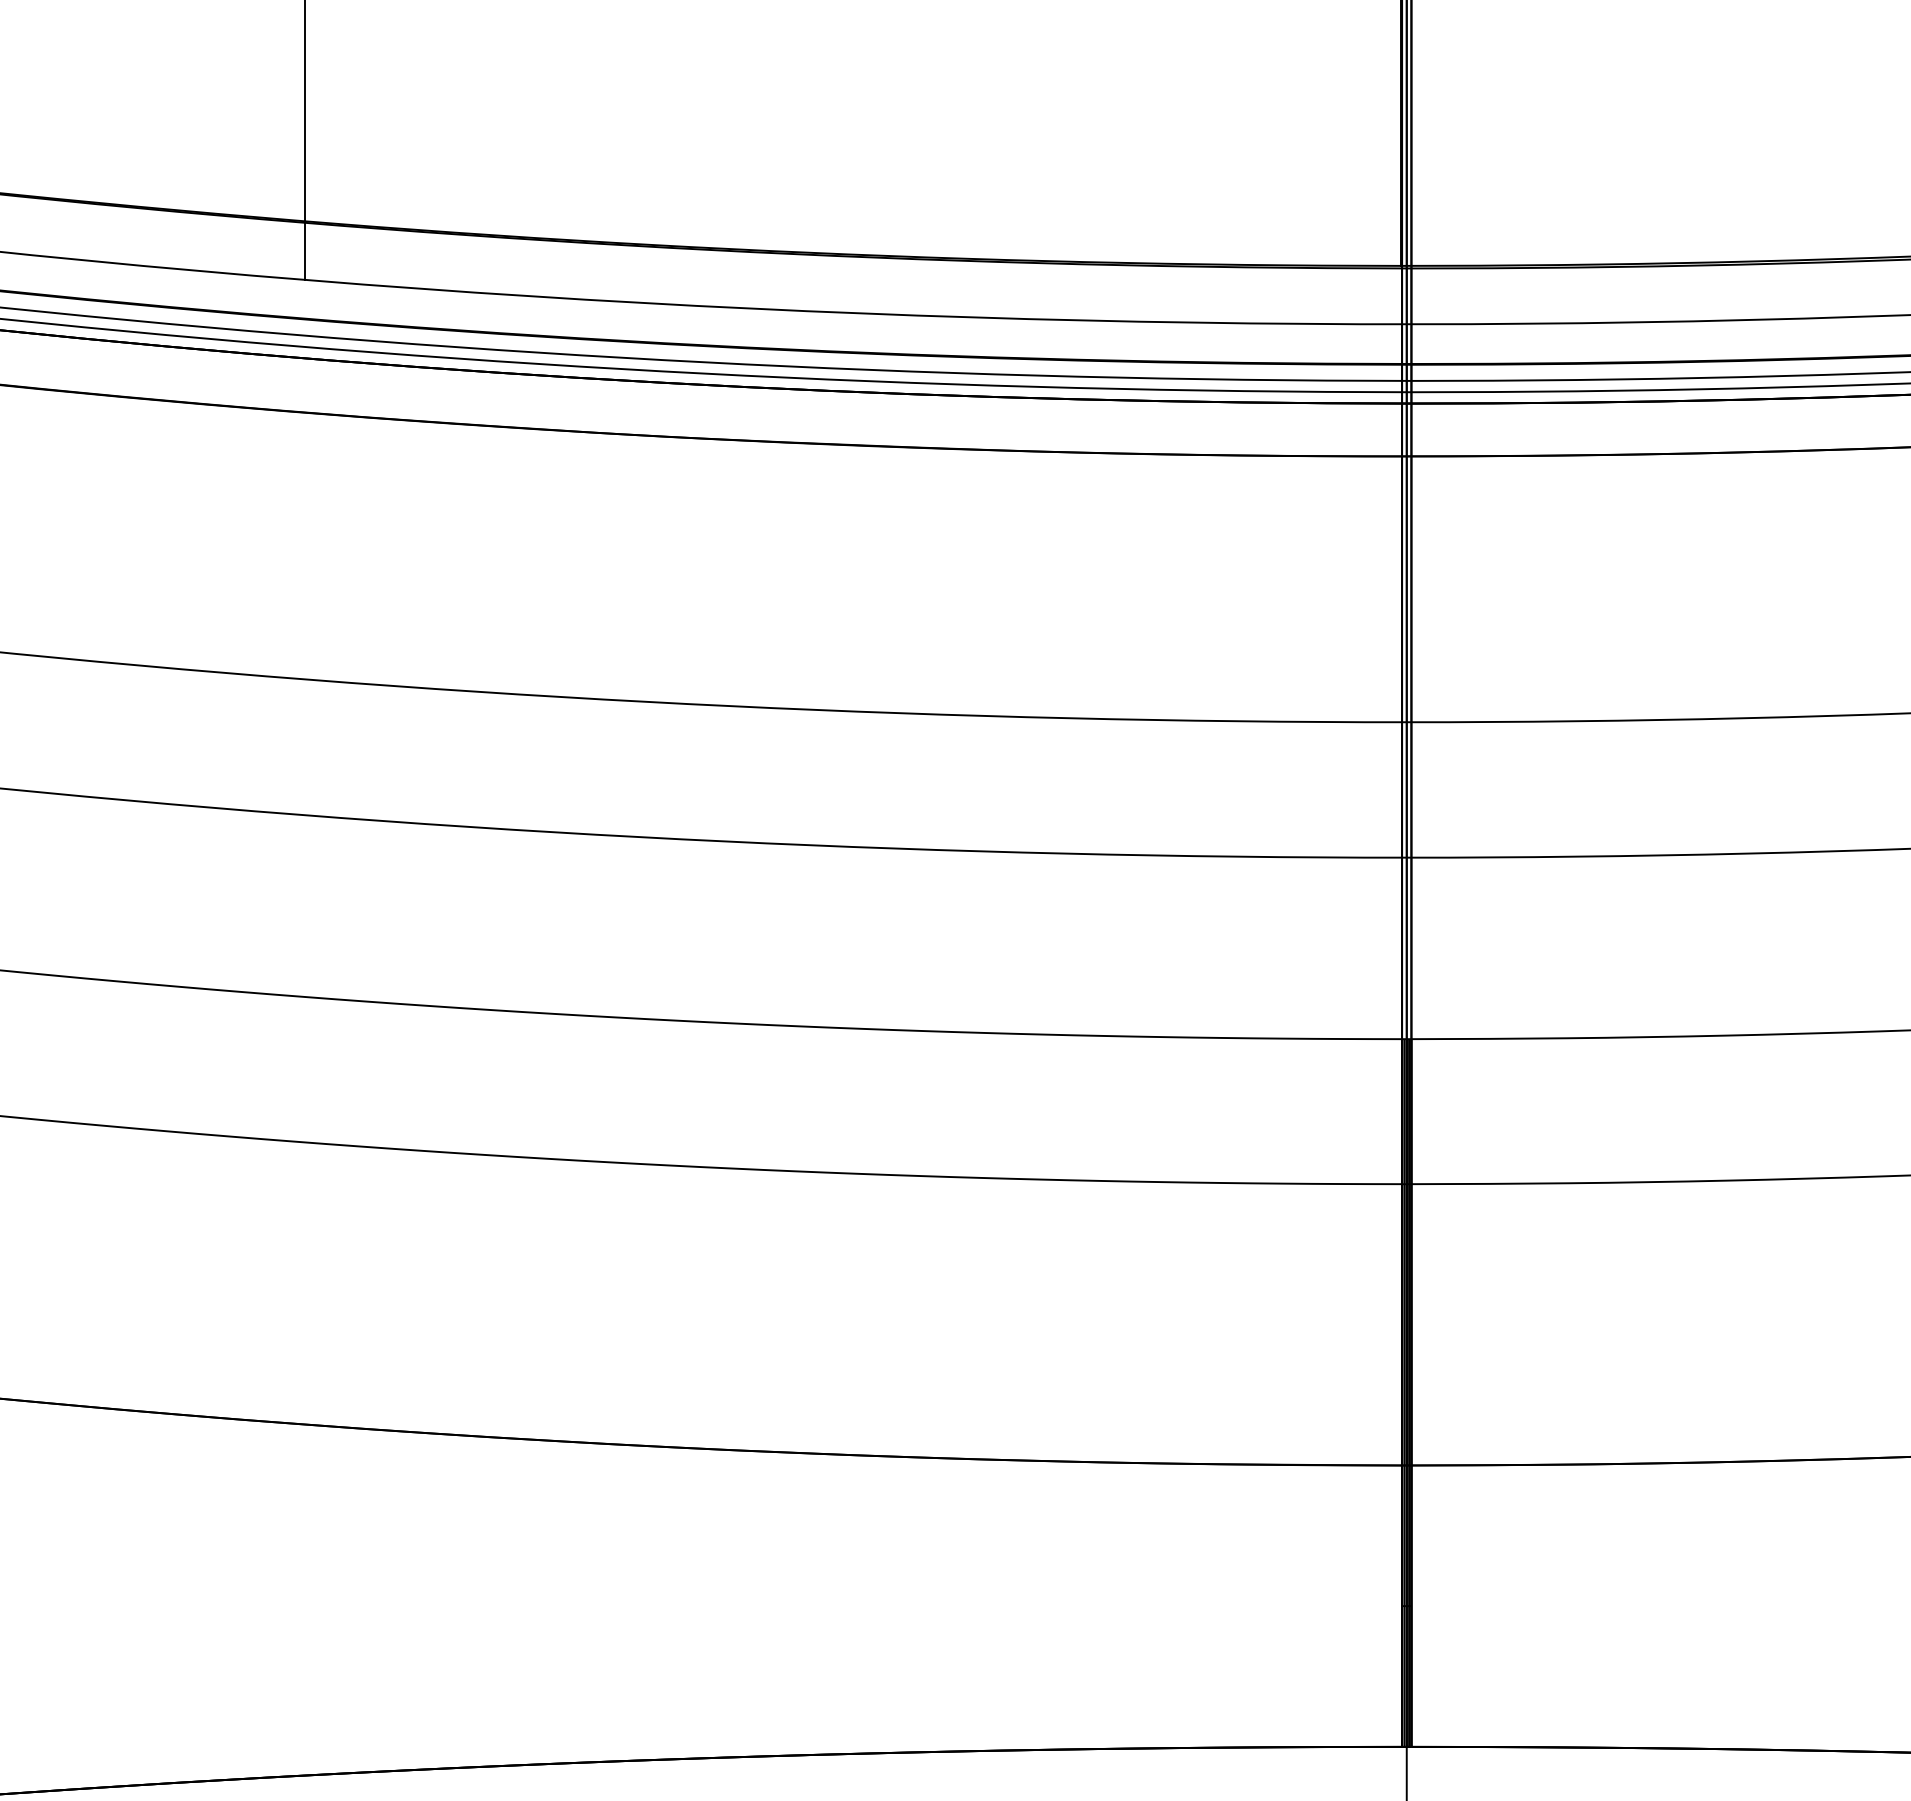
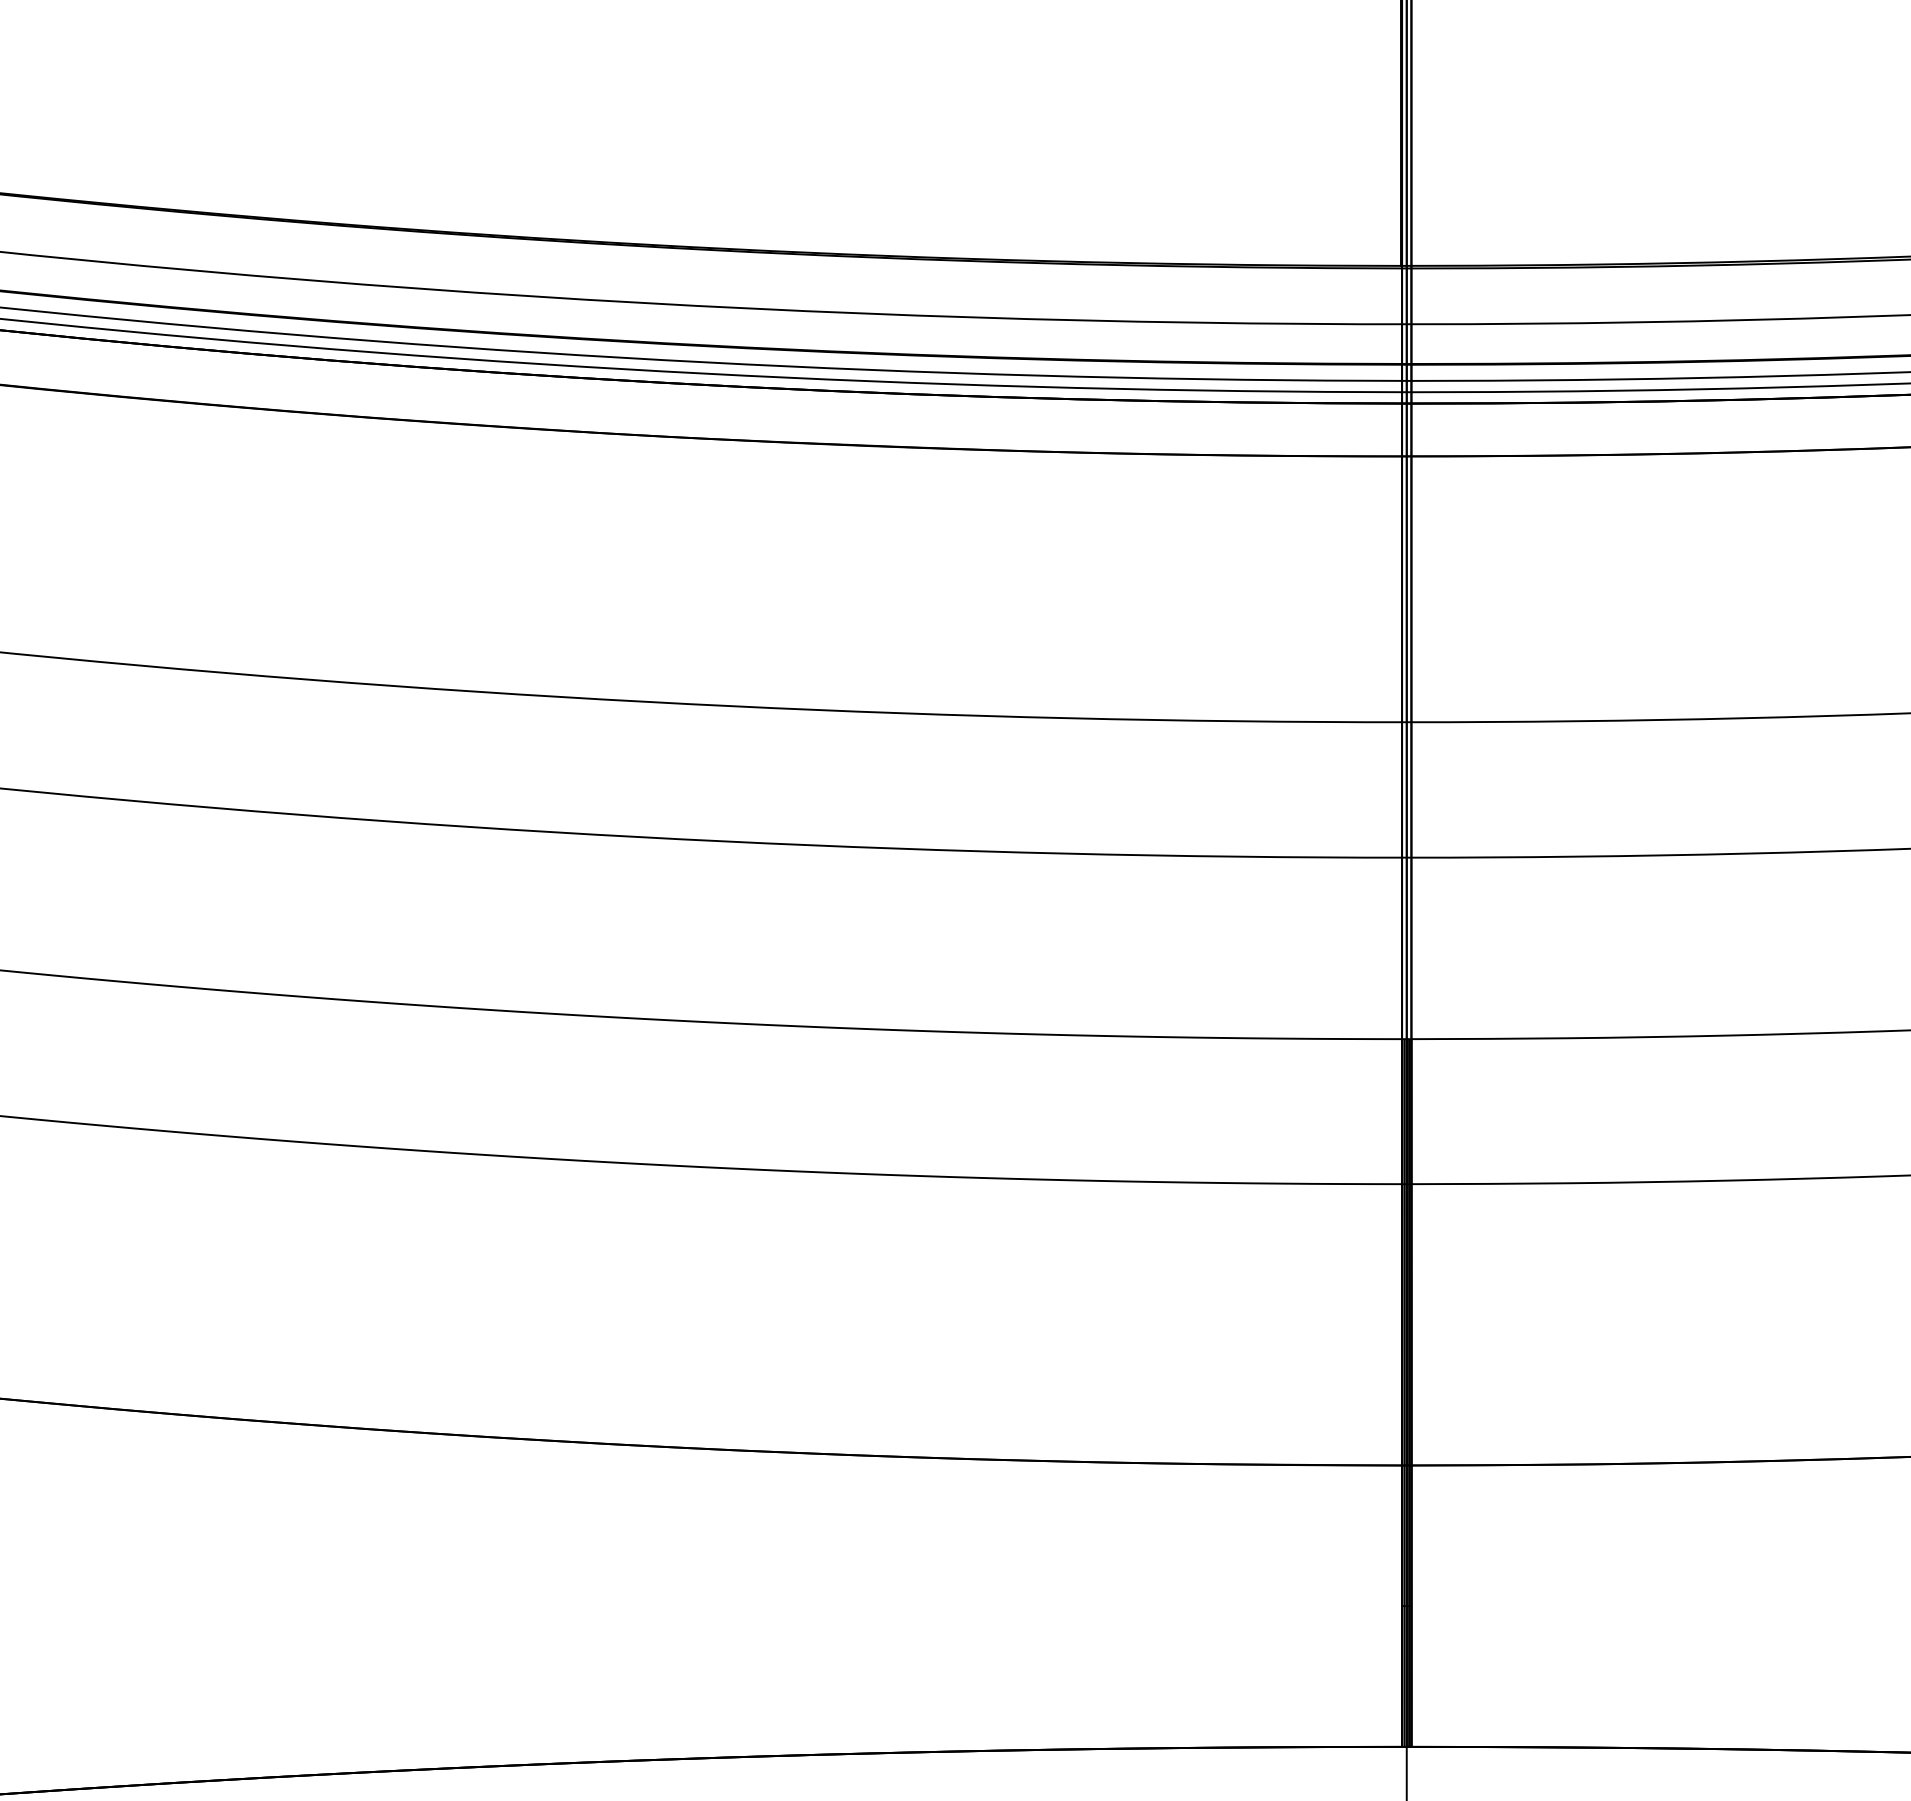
line at (304, 140): present -> none
